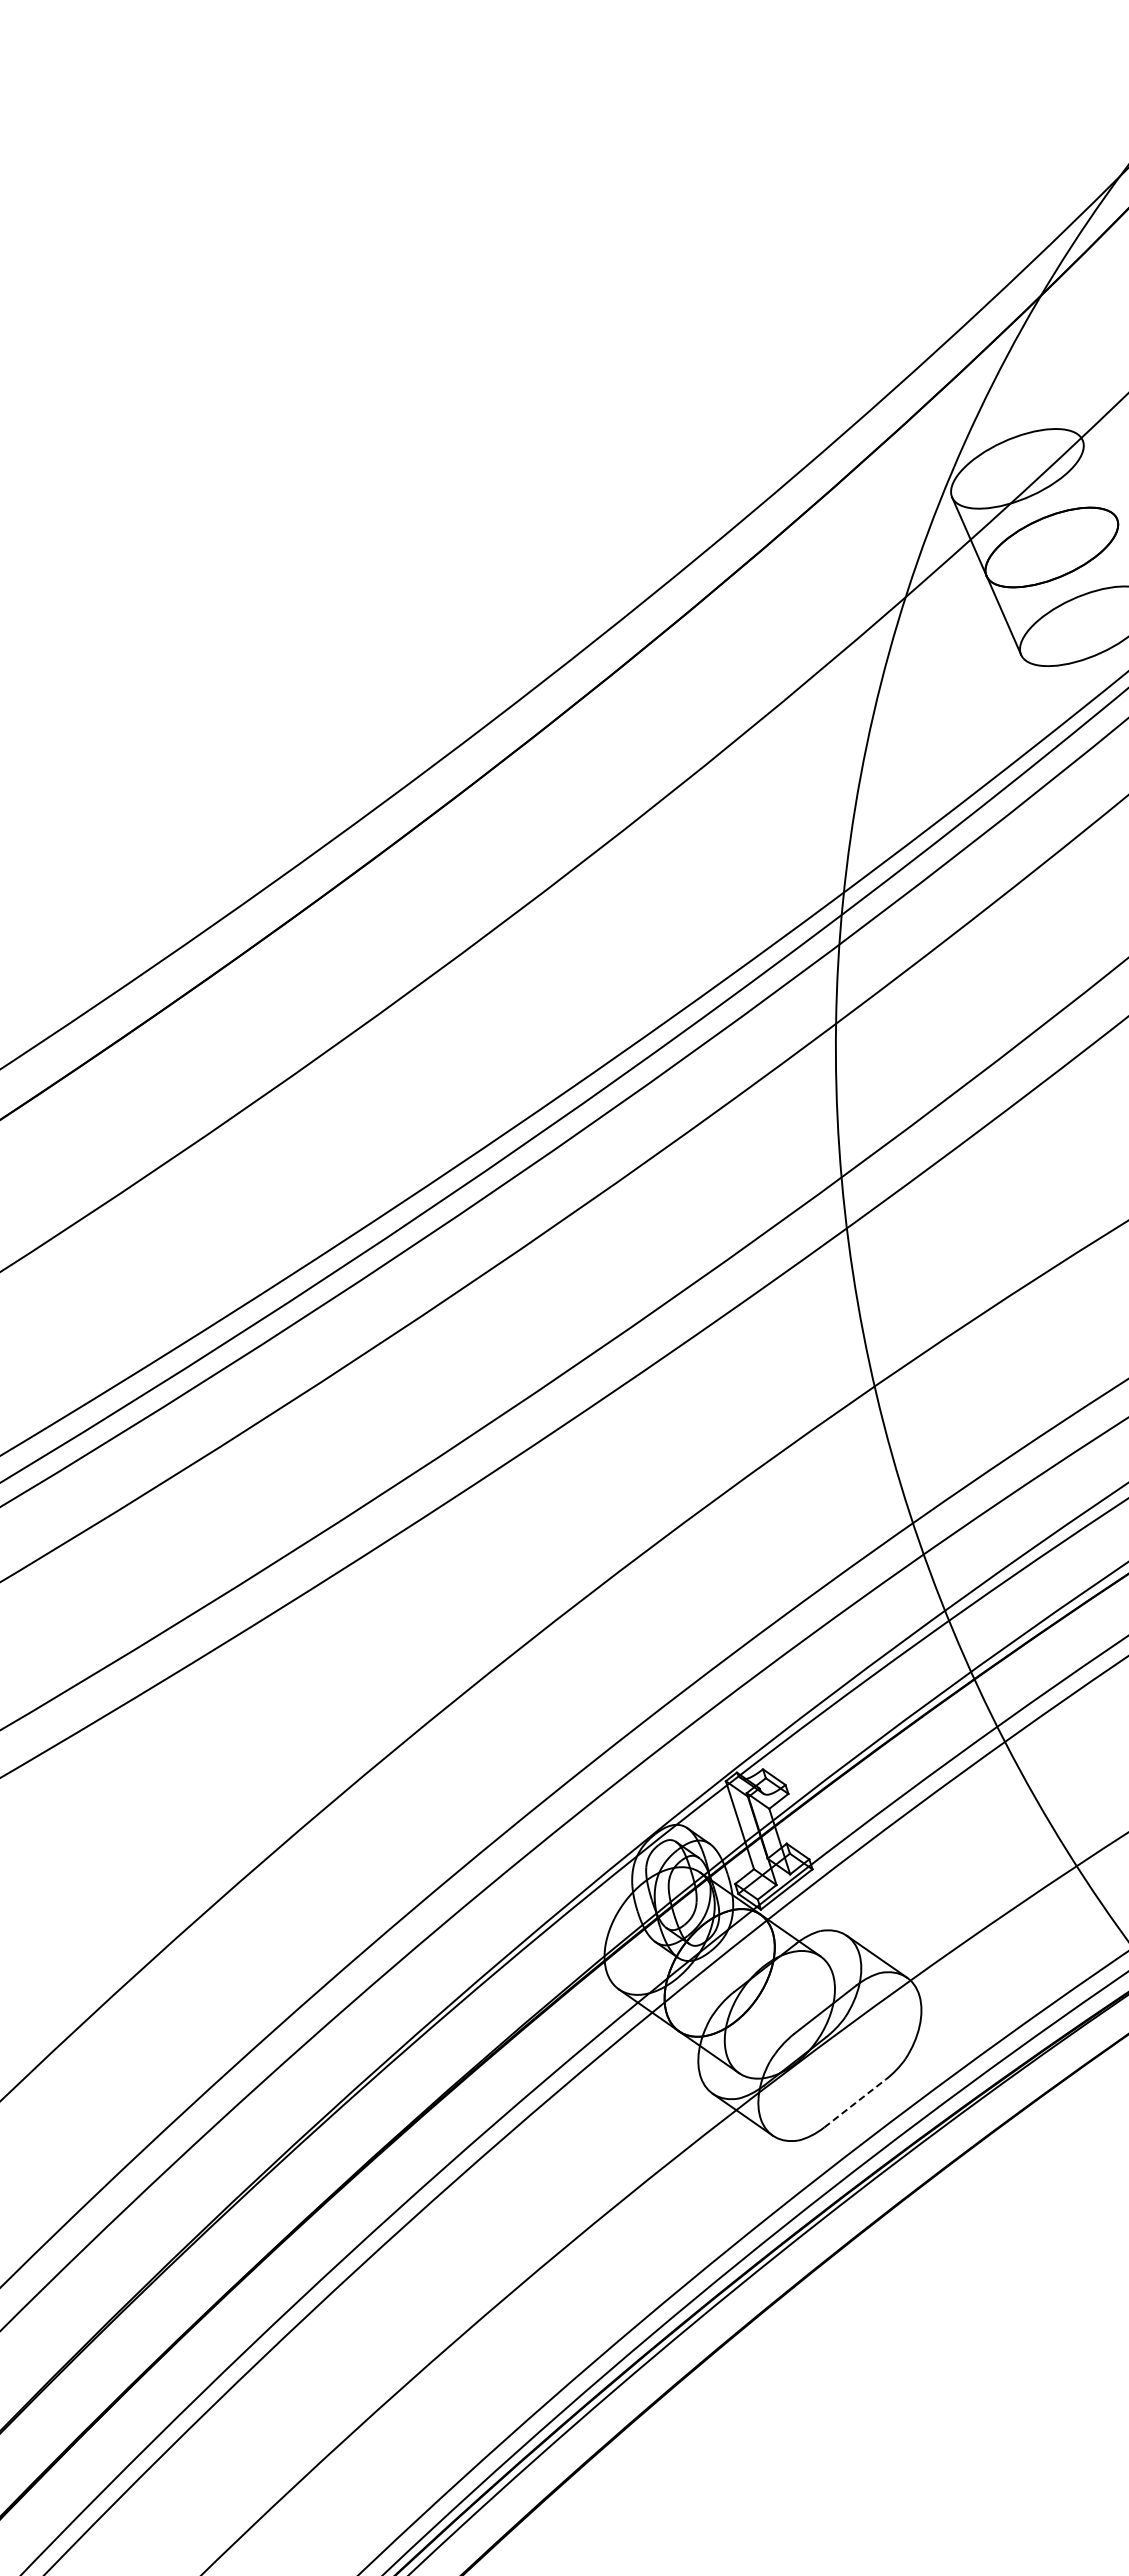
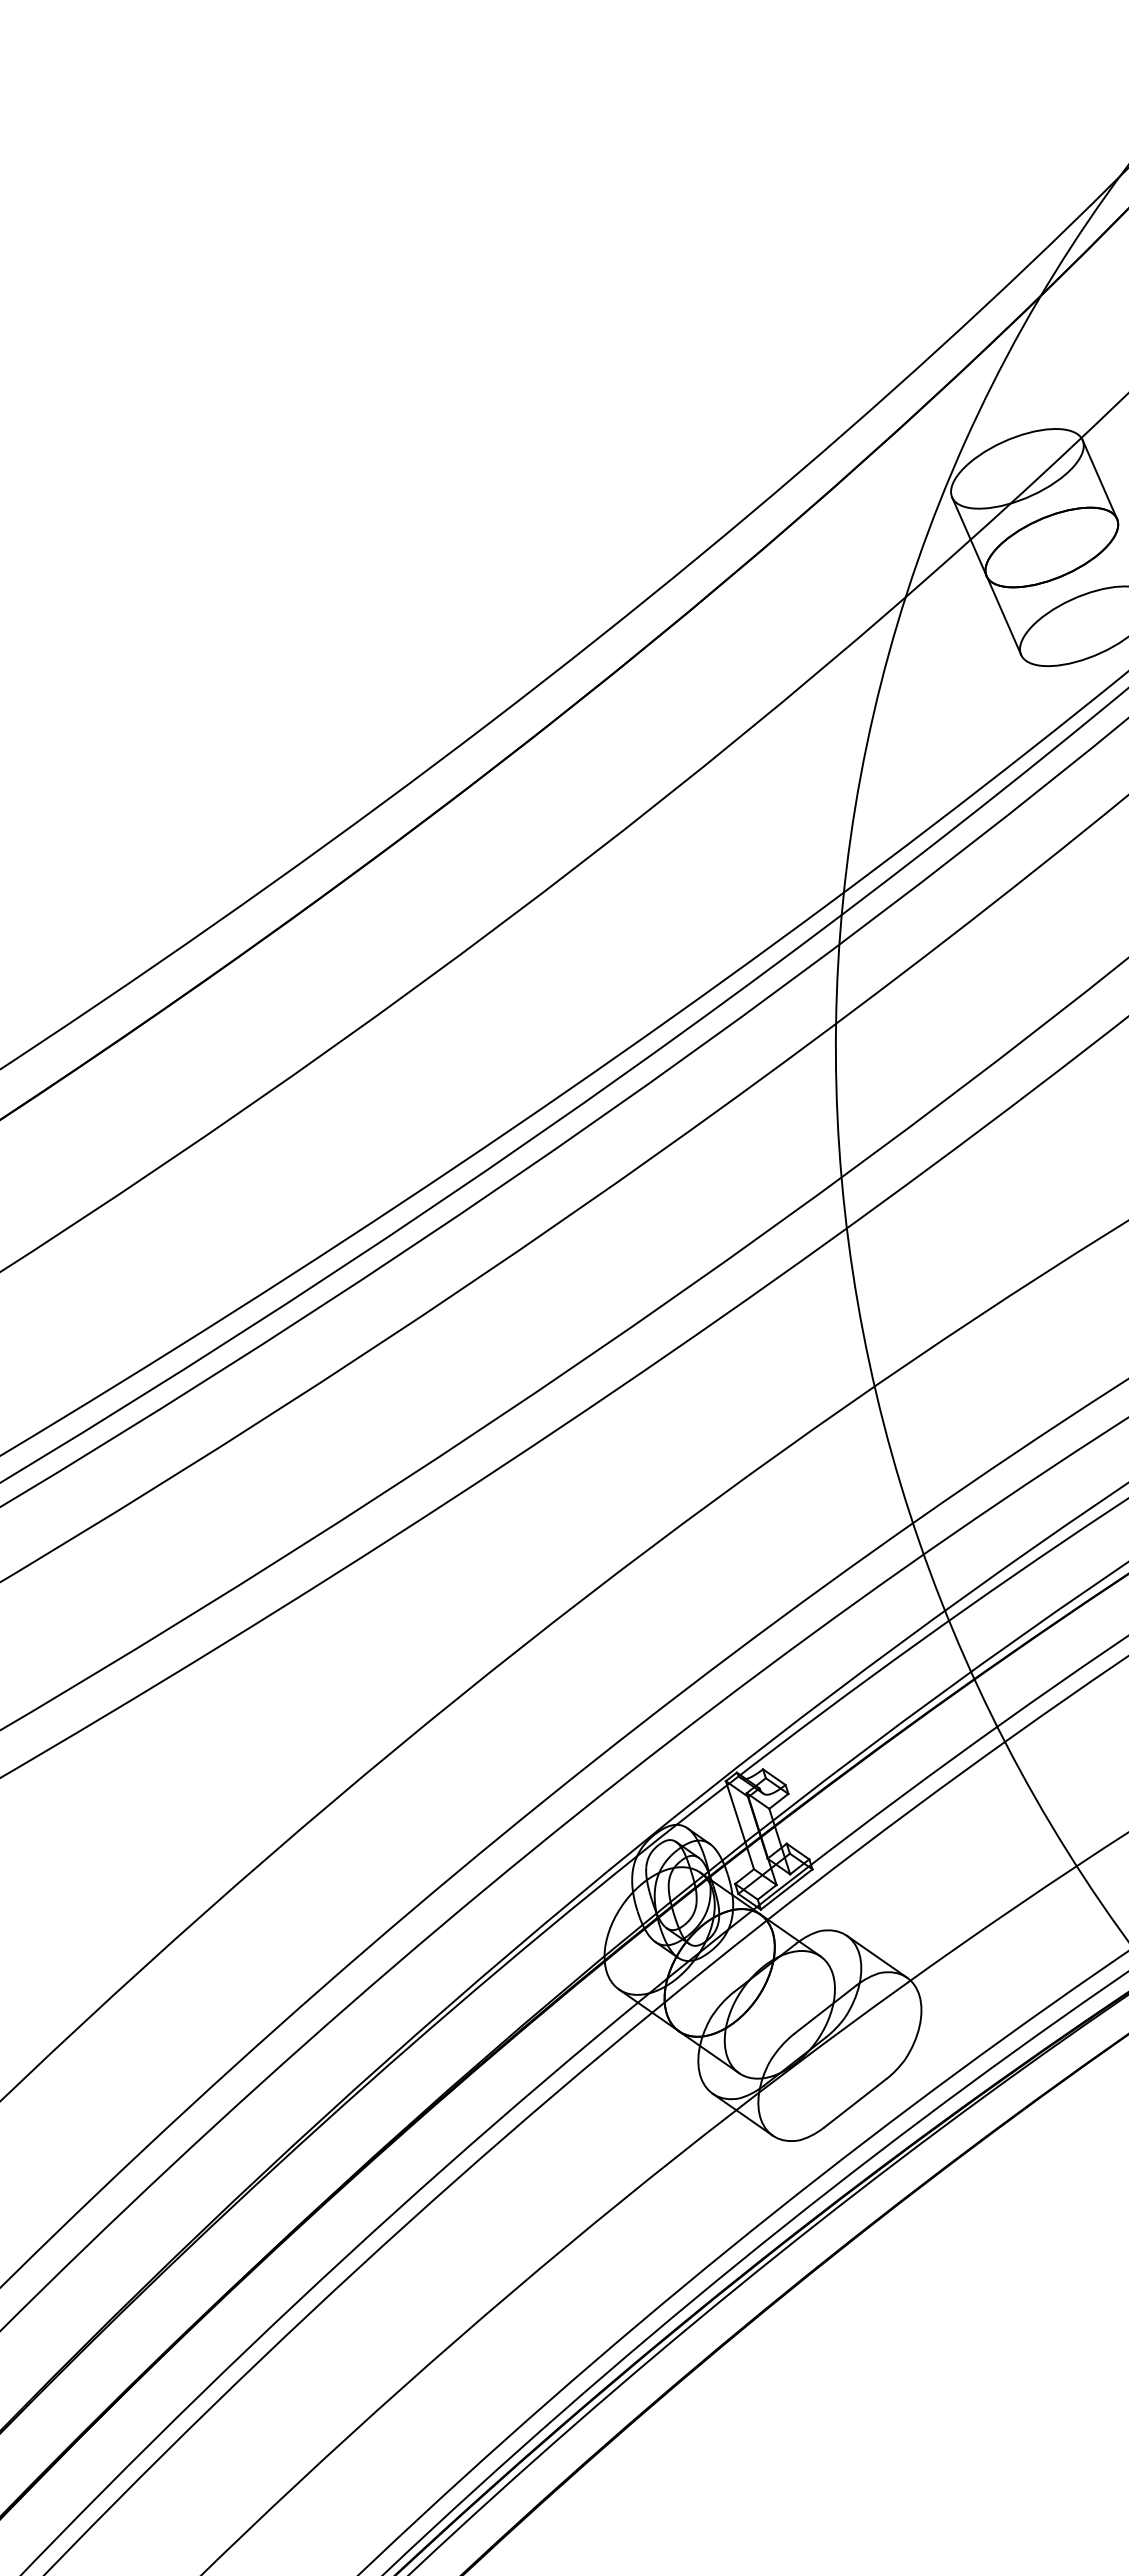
line at (1099, 479): none -> present
line at (855, 2103): dashed -> solid
